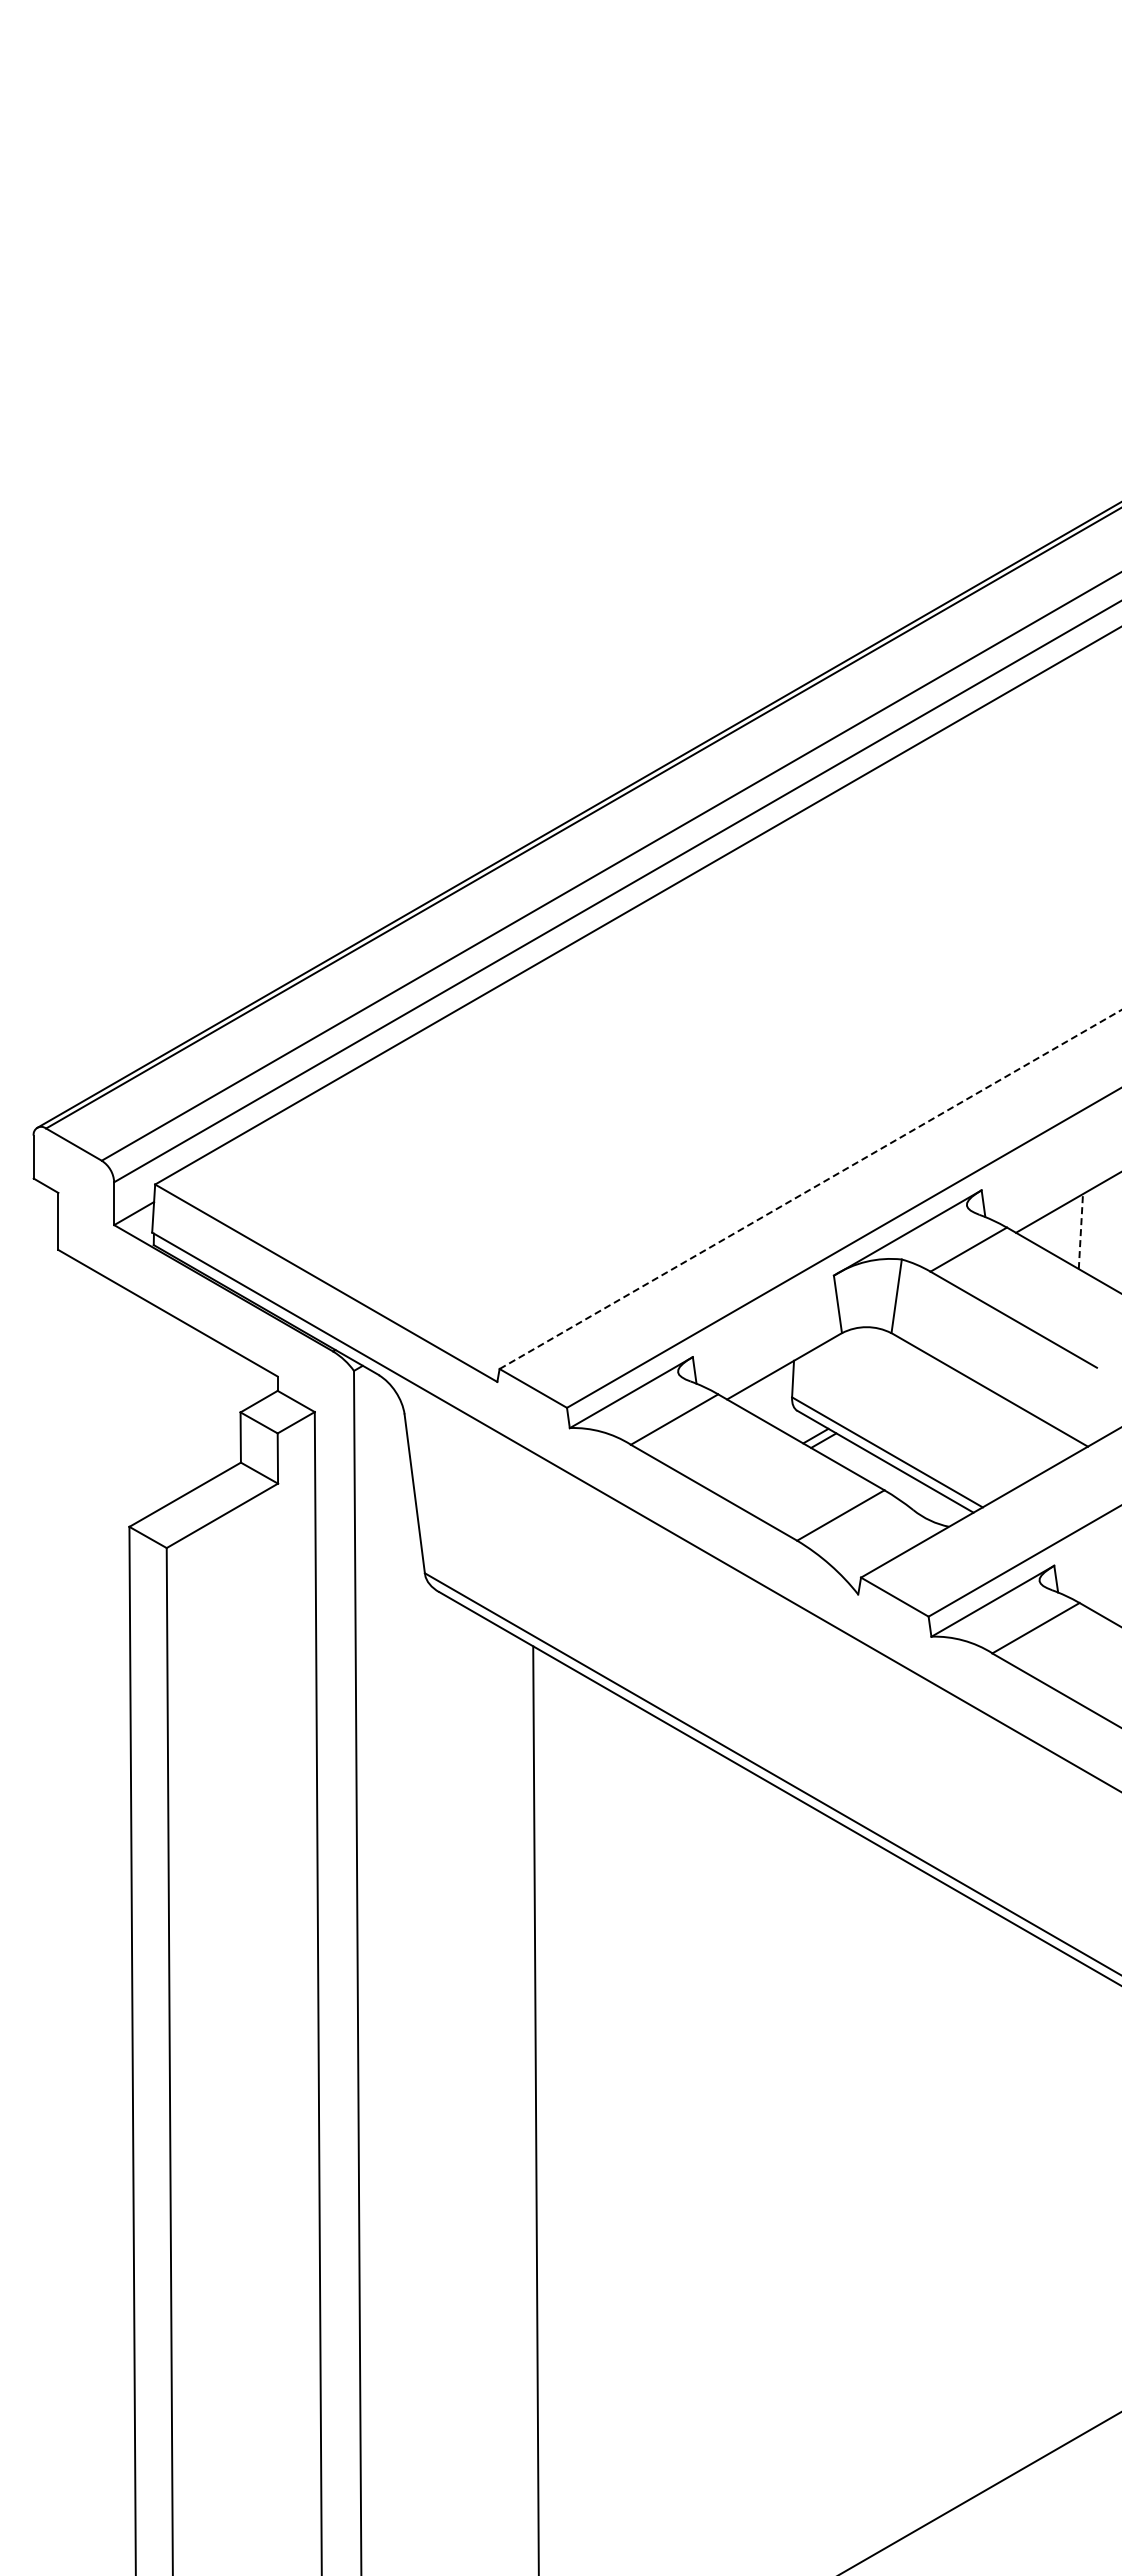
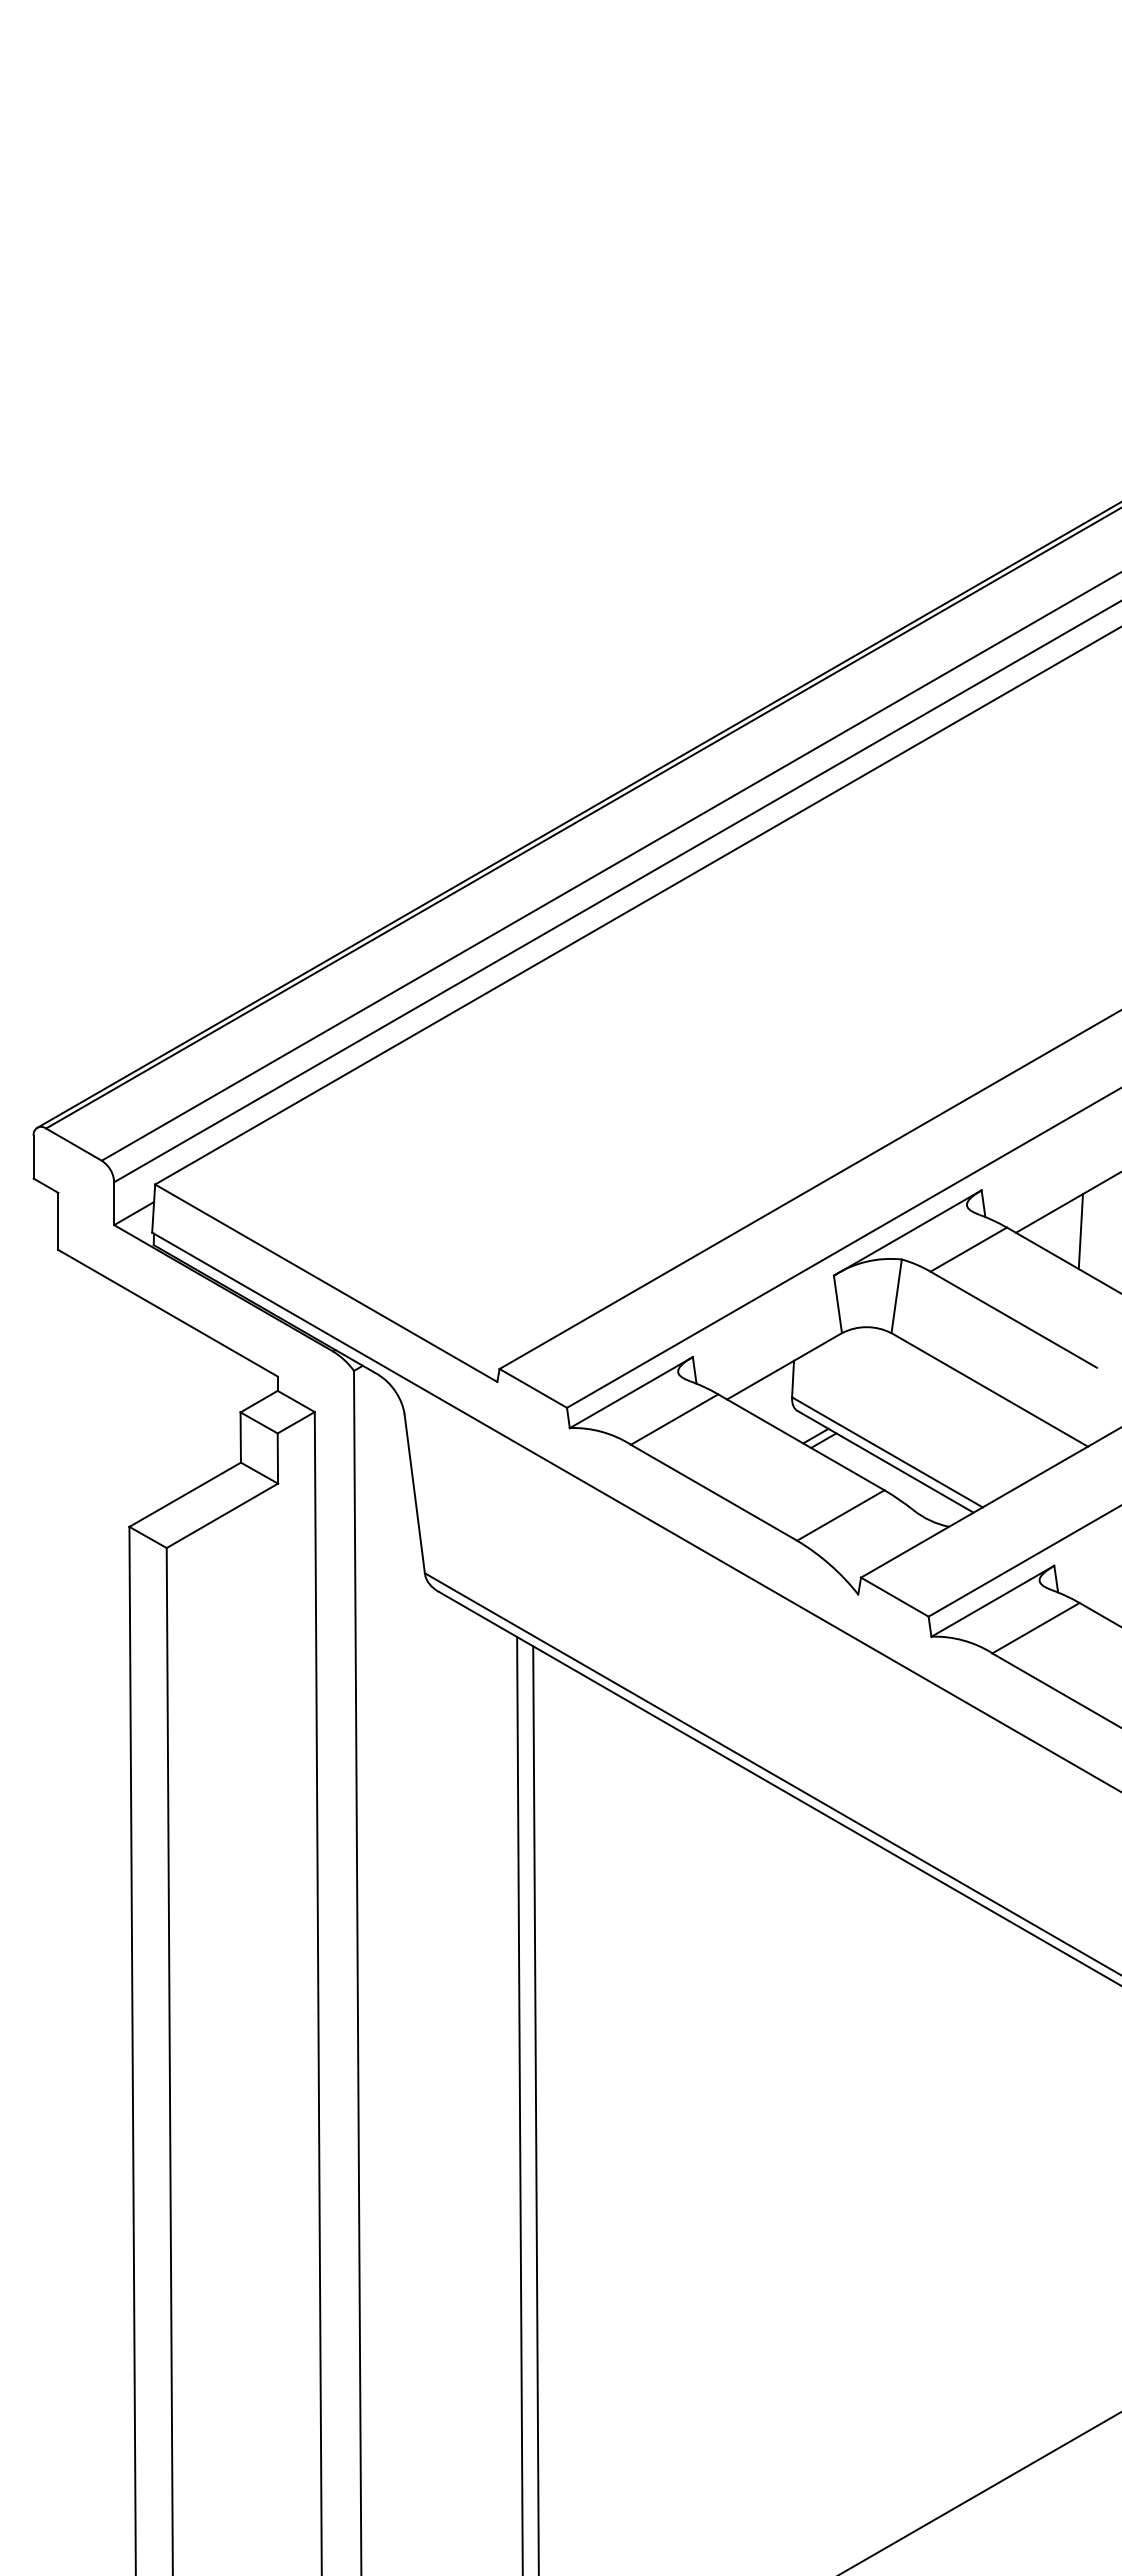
line at (810, 1189): dashed -> solid
line at (1080, 1231): dashed -> solid
line at (519, 2104): none -> present
